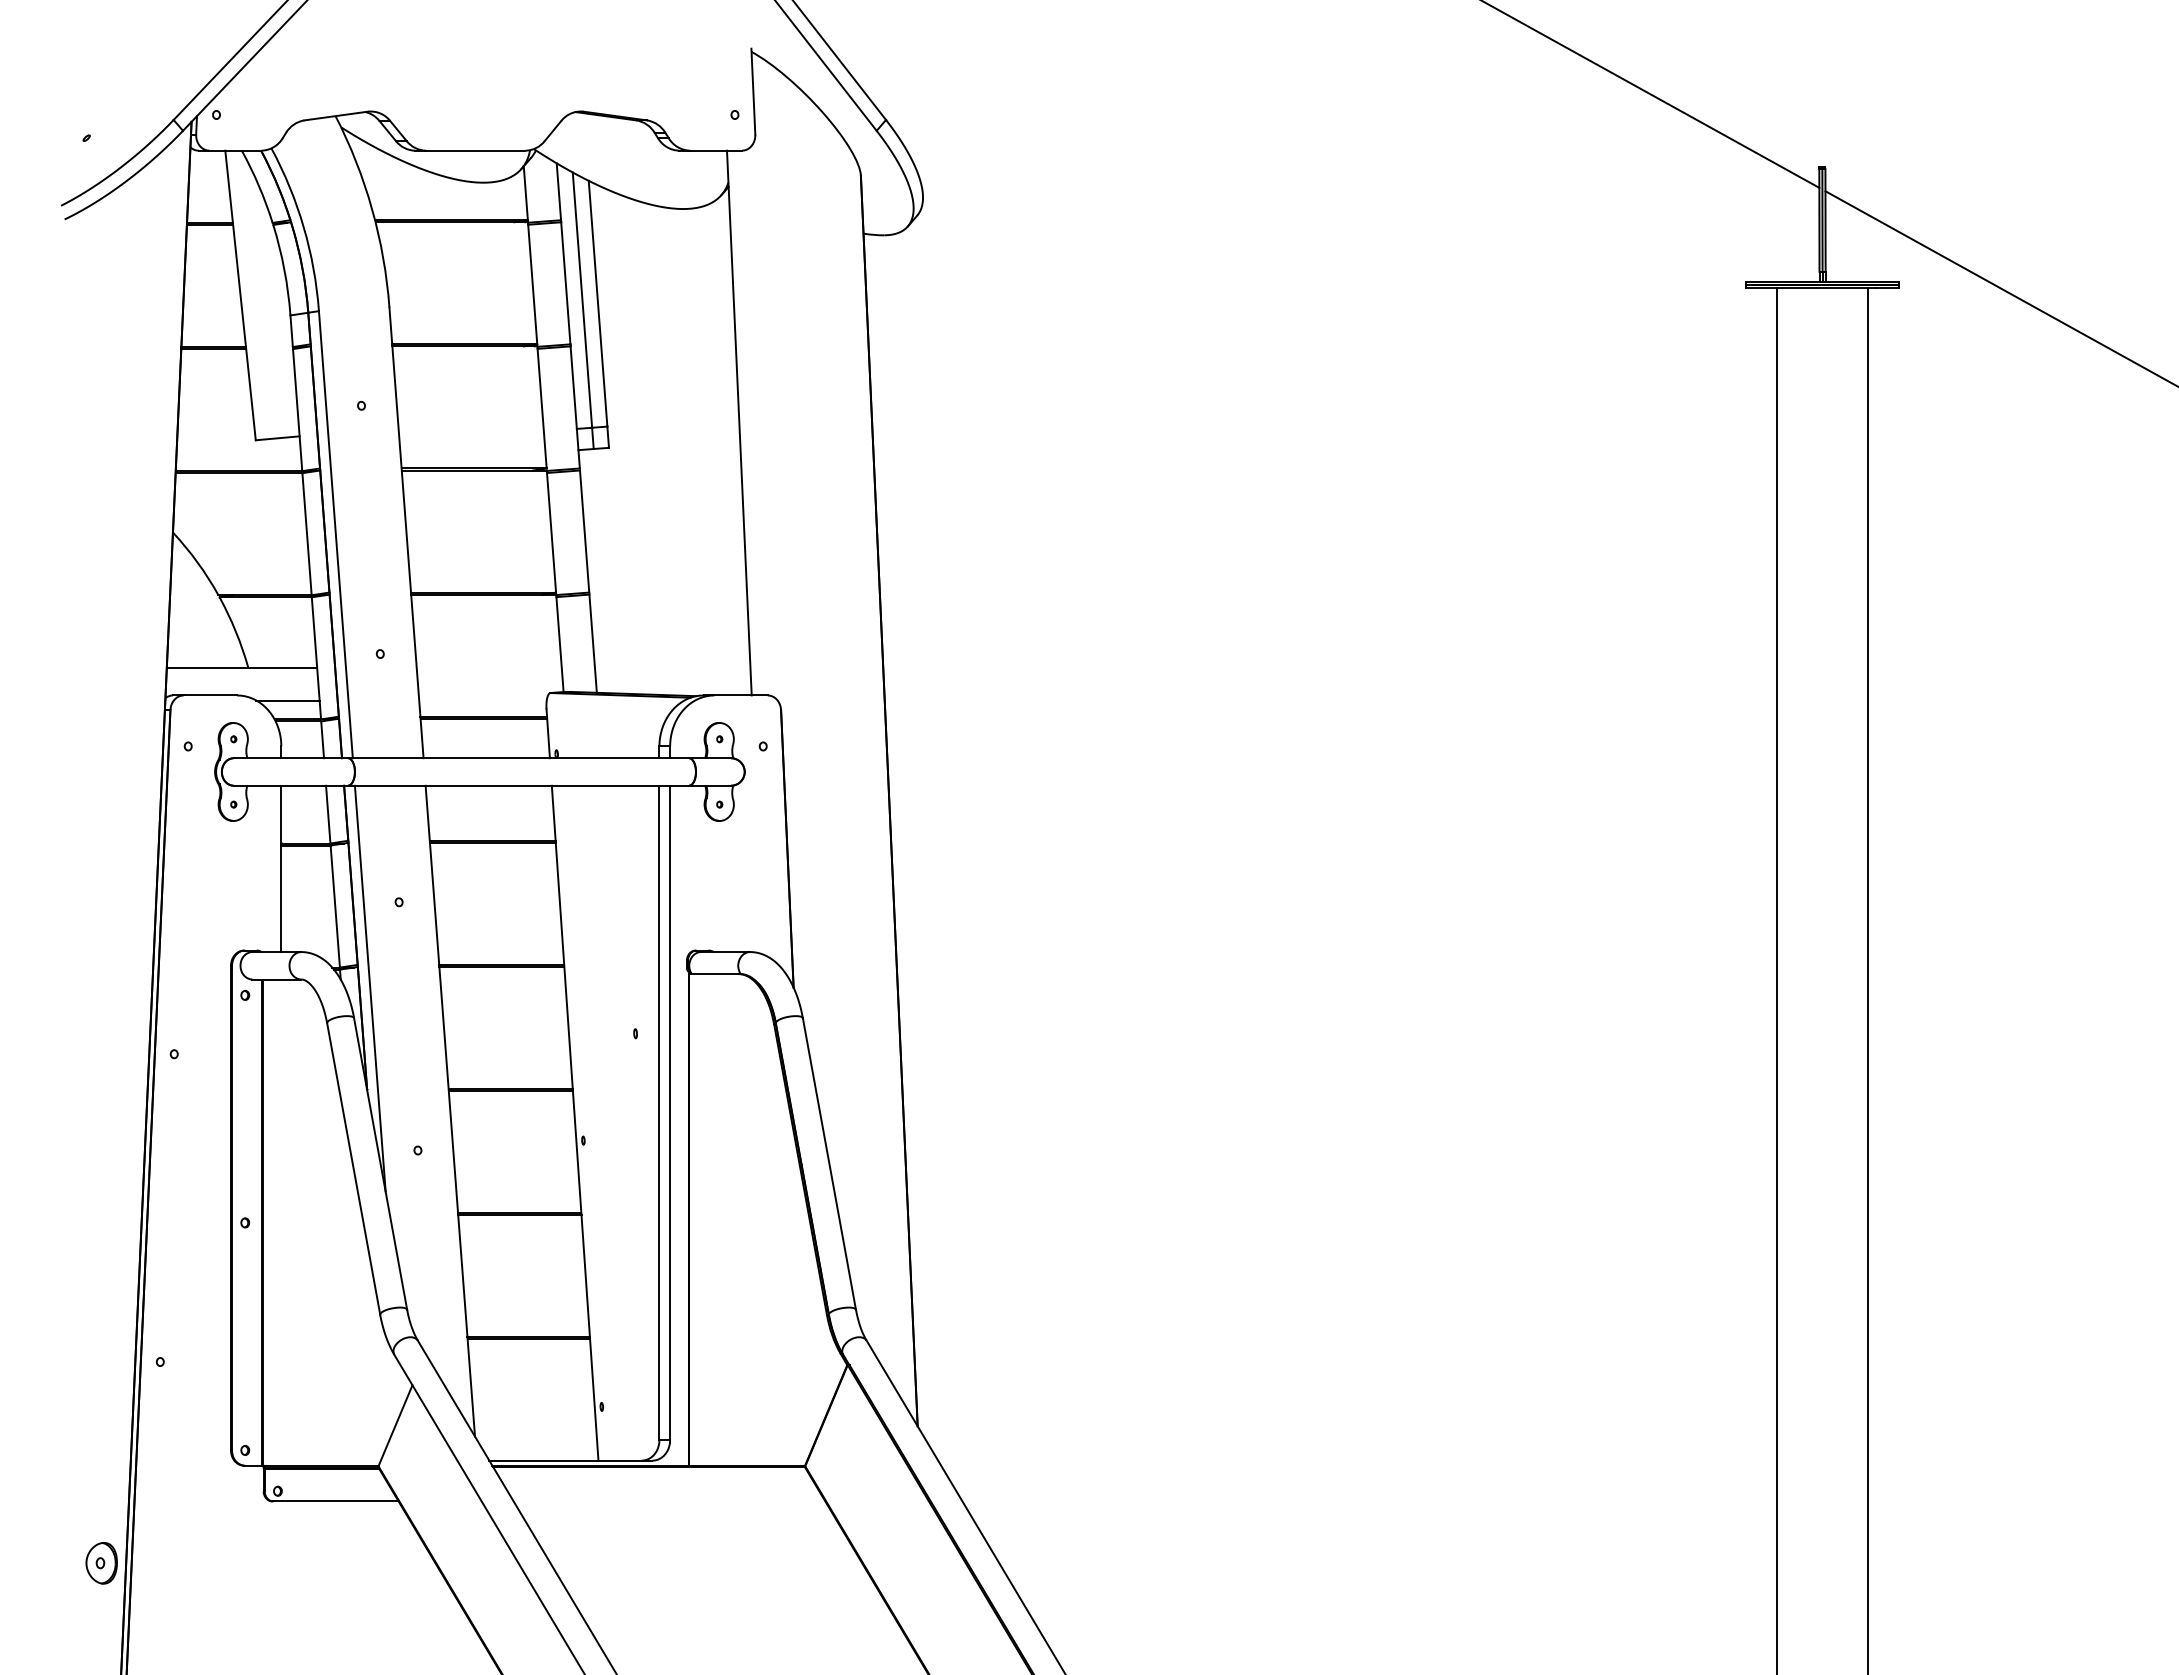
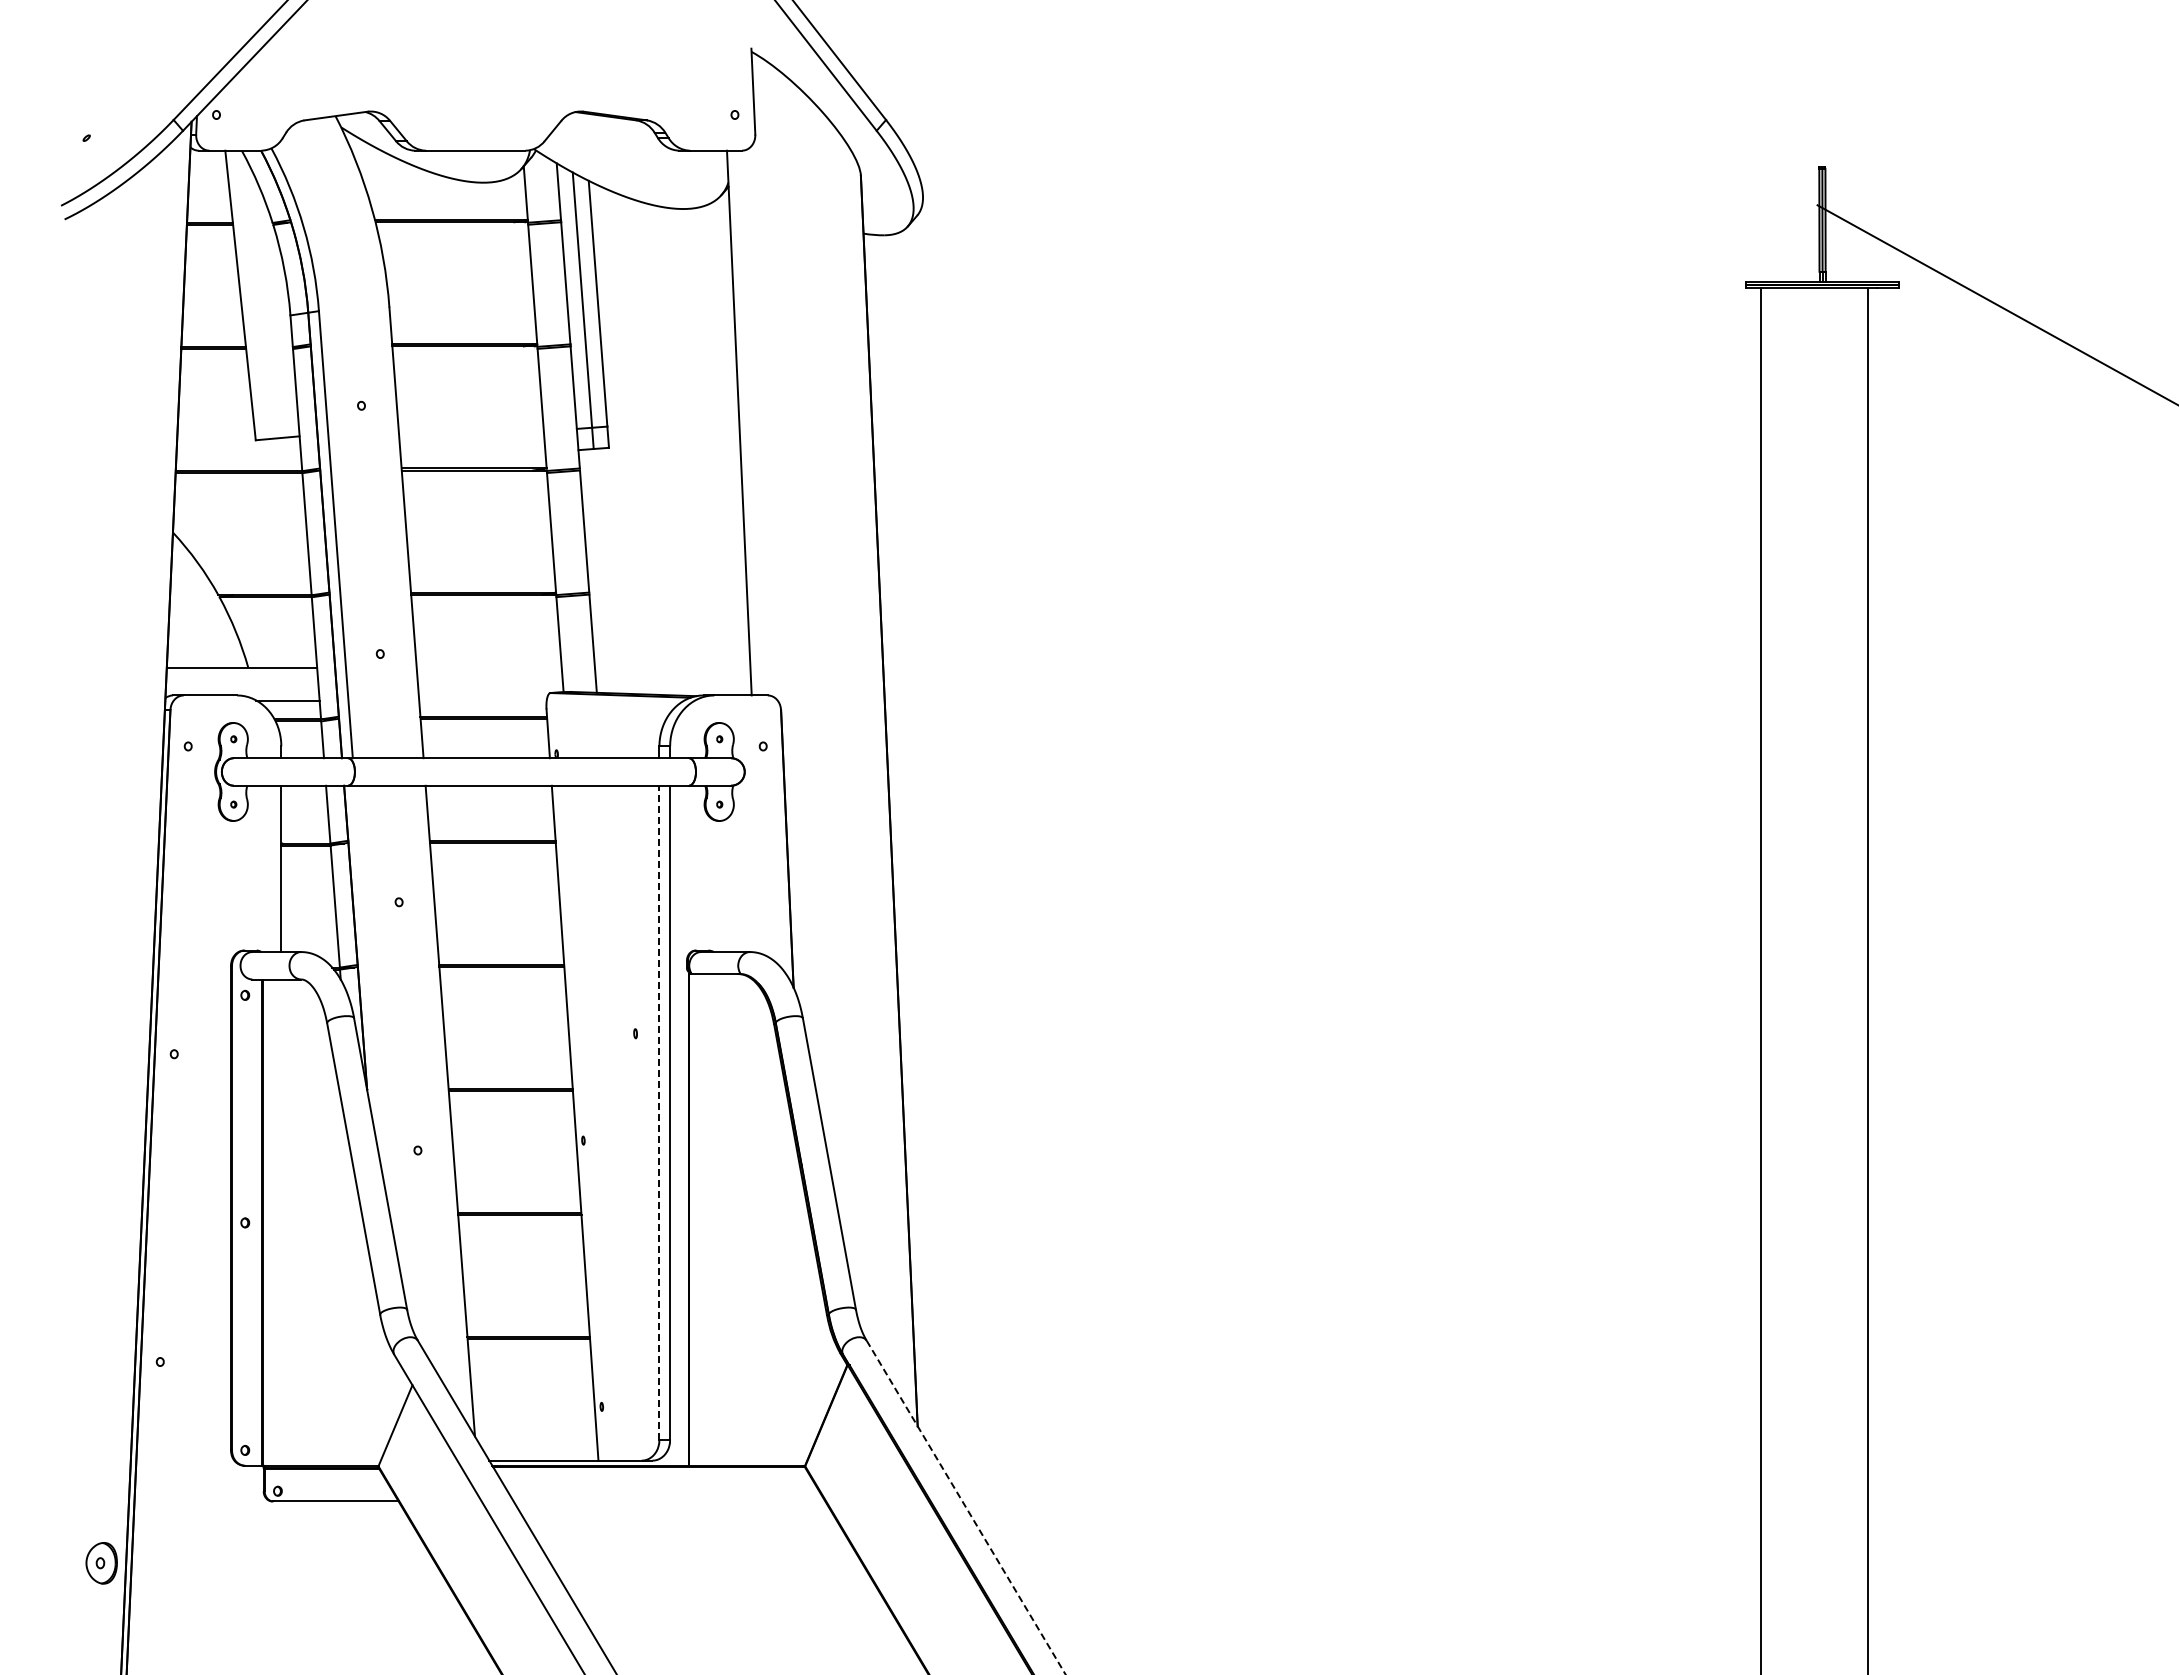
line at (1651, 94): present -> none
line at (2000, 288) position: (2000, 288) -> (1996, 304)
line at (1777, 979) position: (1777, 979) -> (1761, 979)
line at (369, 988): present -> none
line at (659, 1112): solid -> dashed
line at (965, 1507): solid -> dashed
